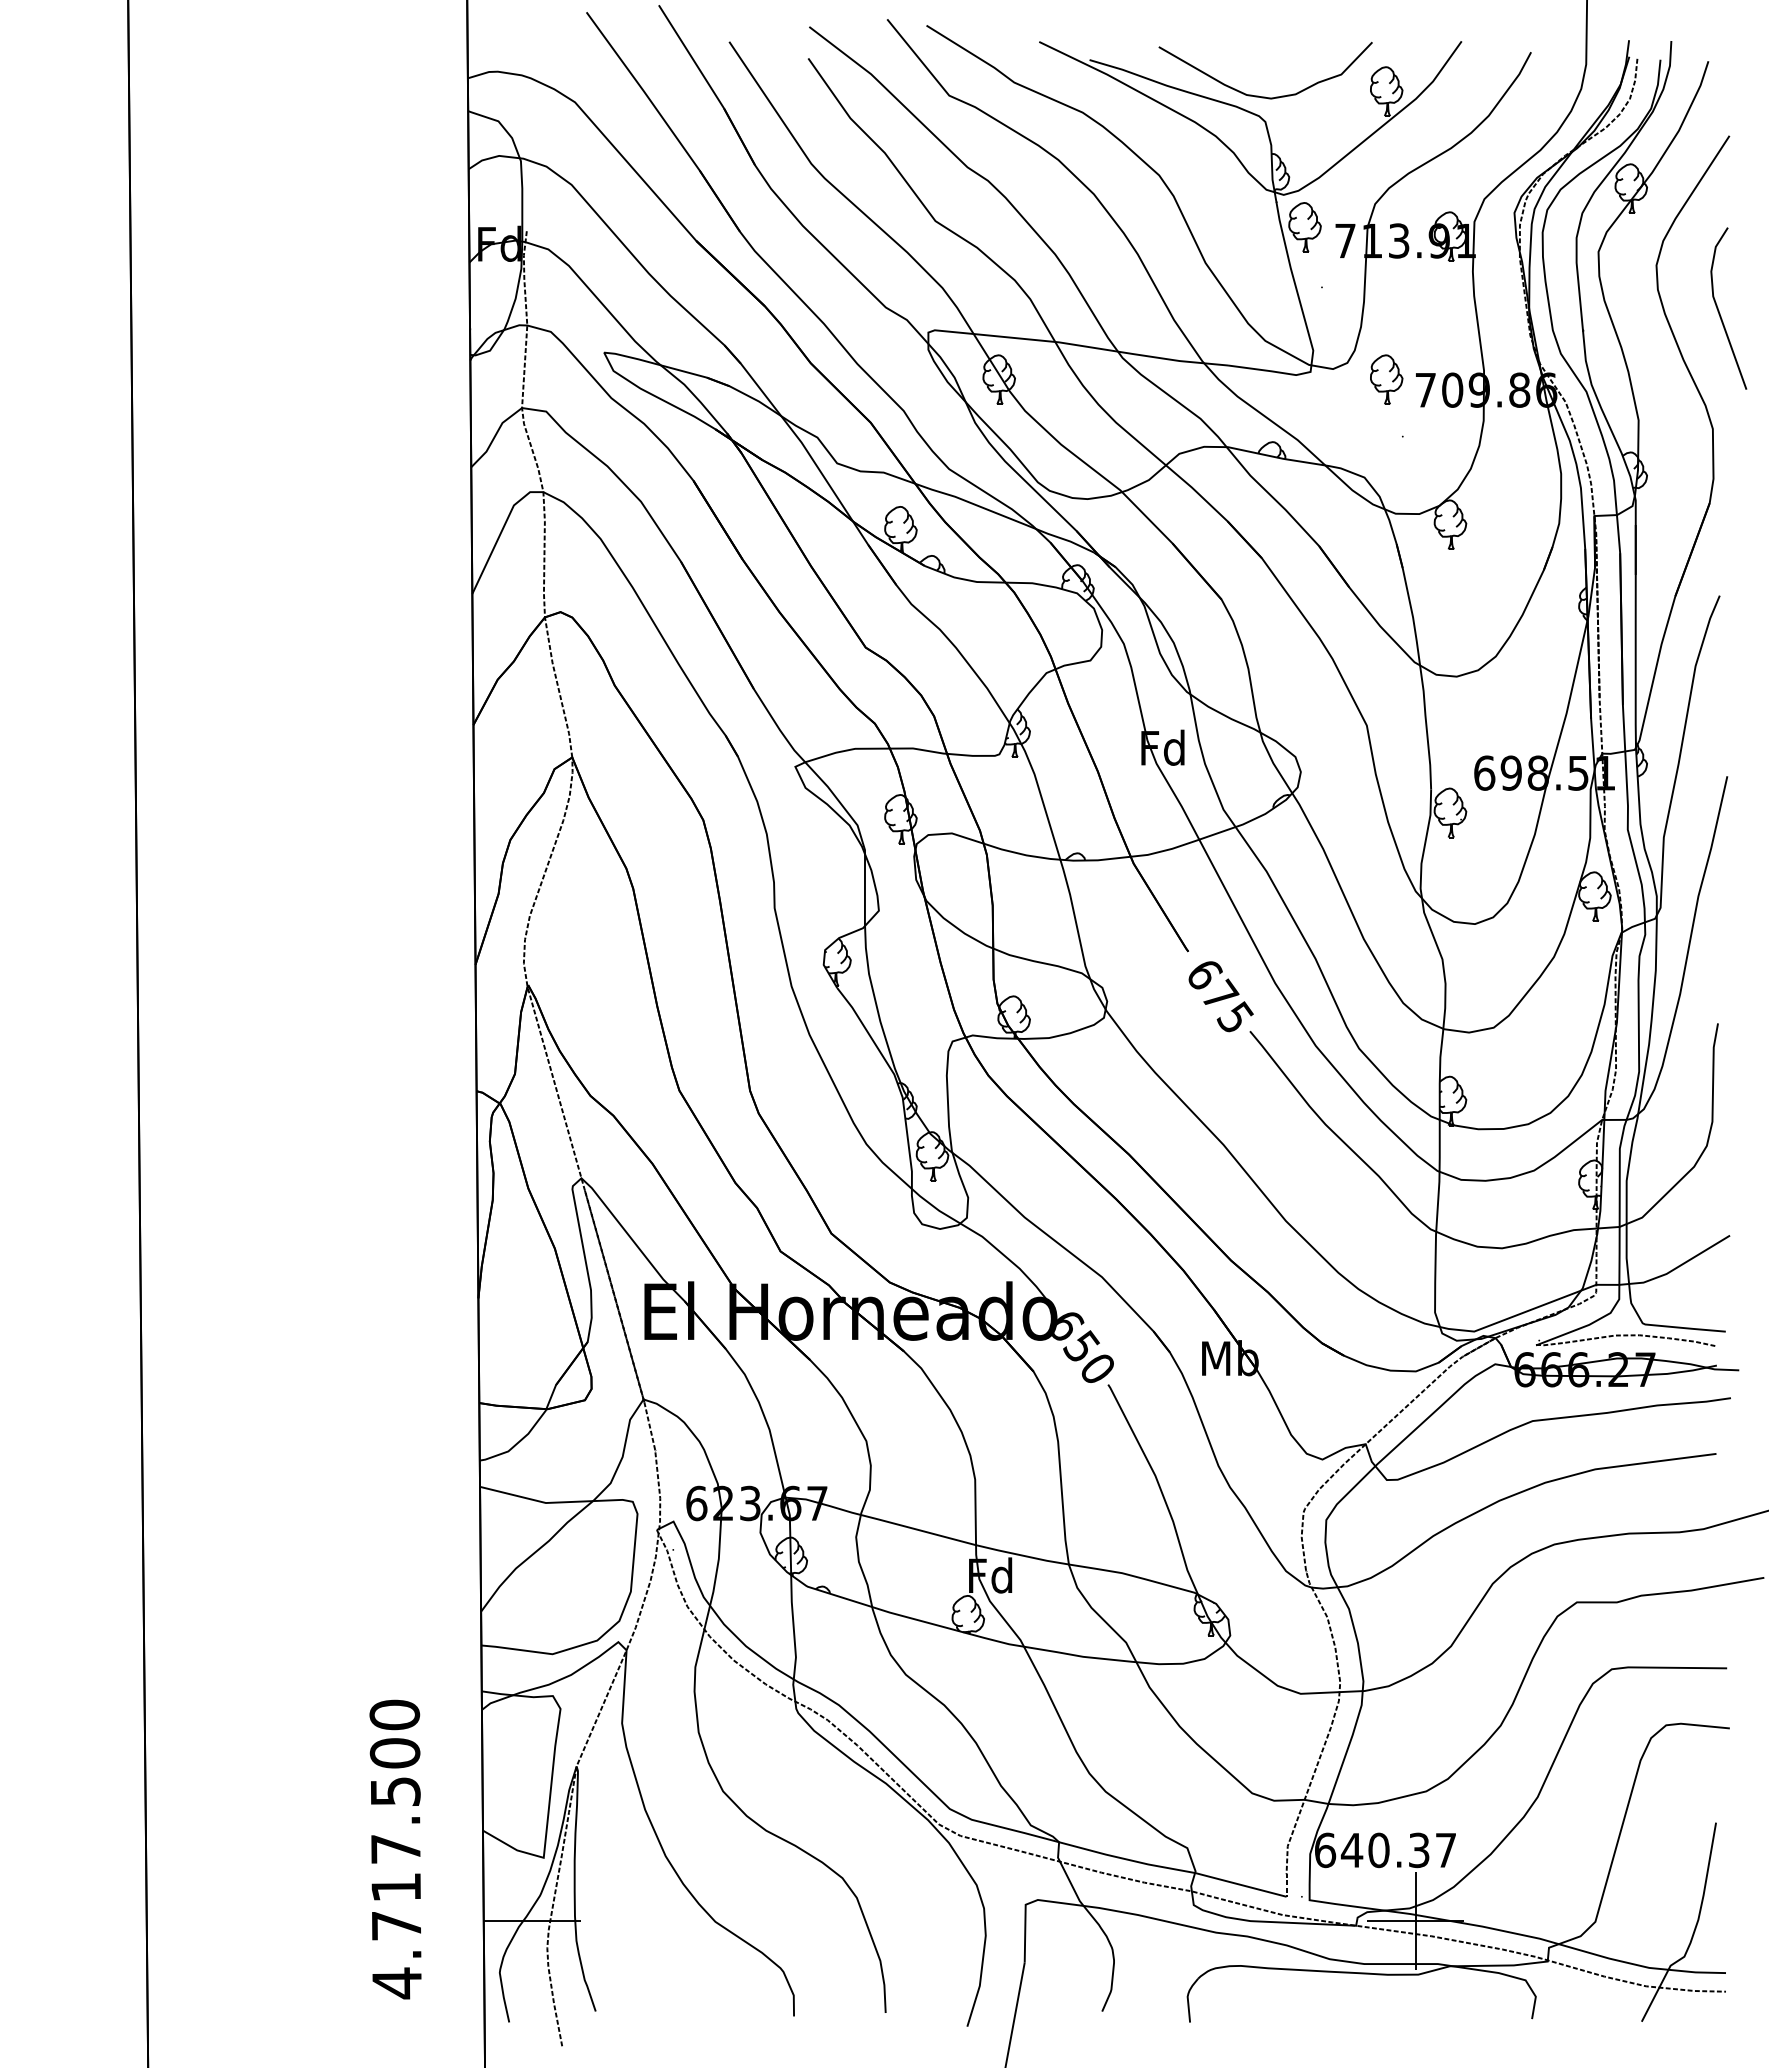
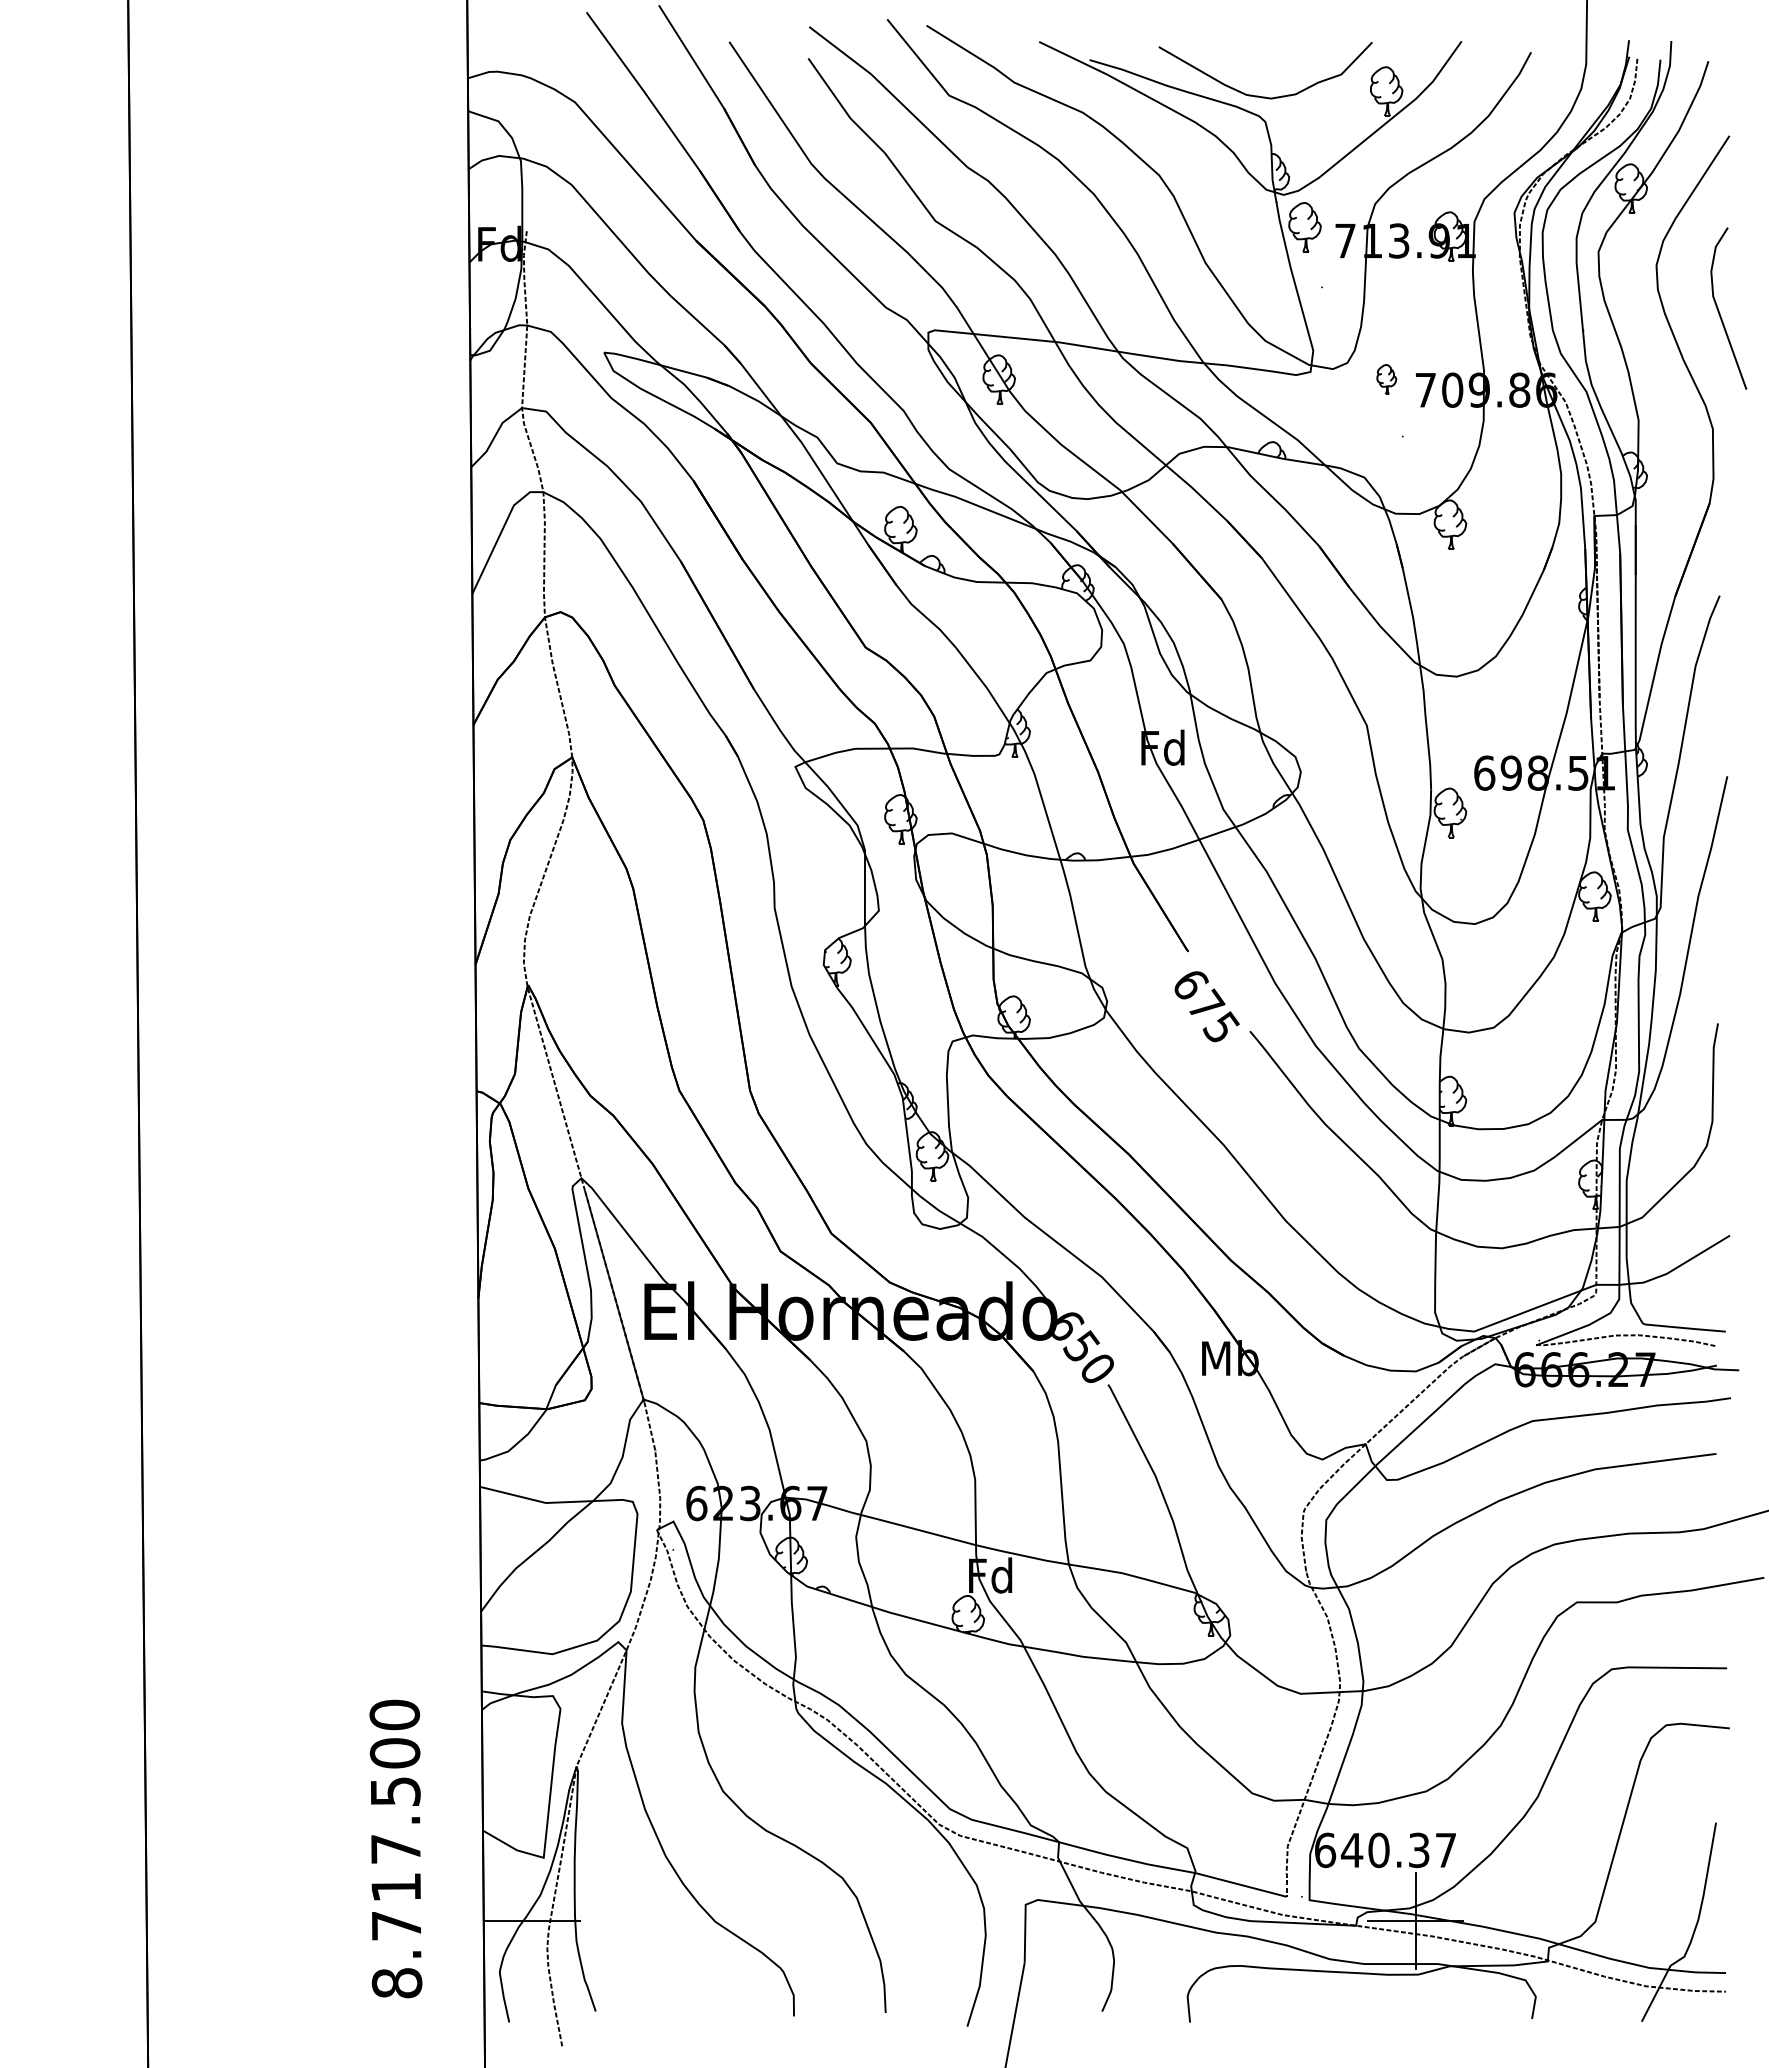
part at (1386, 379) size: 34x51 px -> 22x31 px
text at (1220, 996) position: (1220, 996) -> (1206, 1006)
text at (396, 1983): 4.717.500 -> 8.717.500
